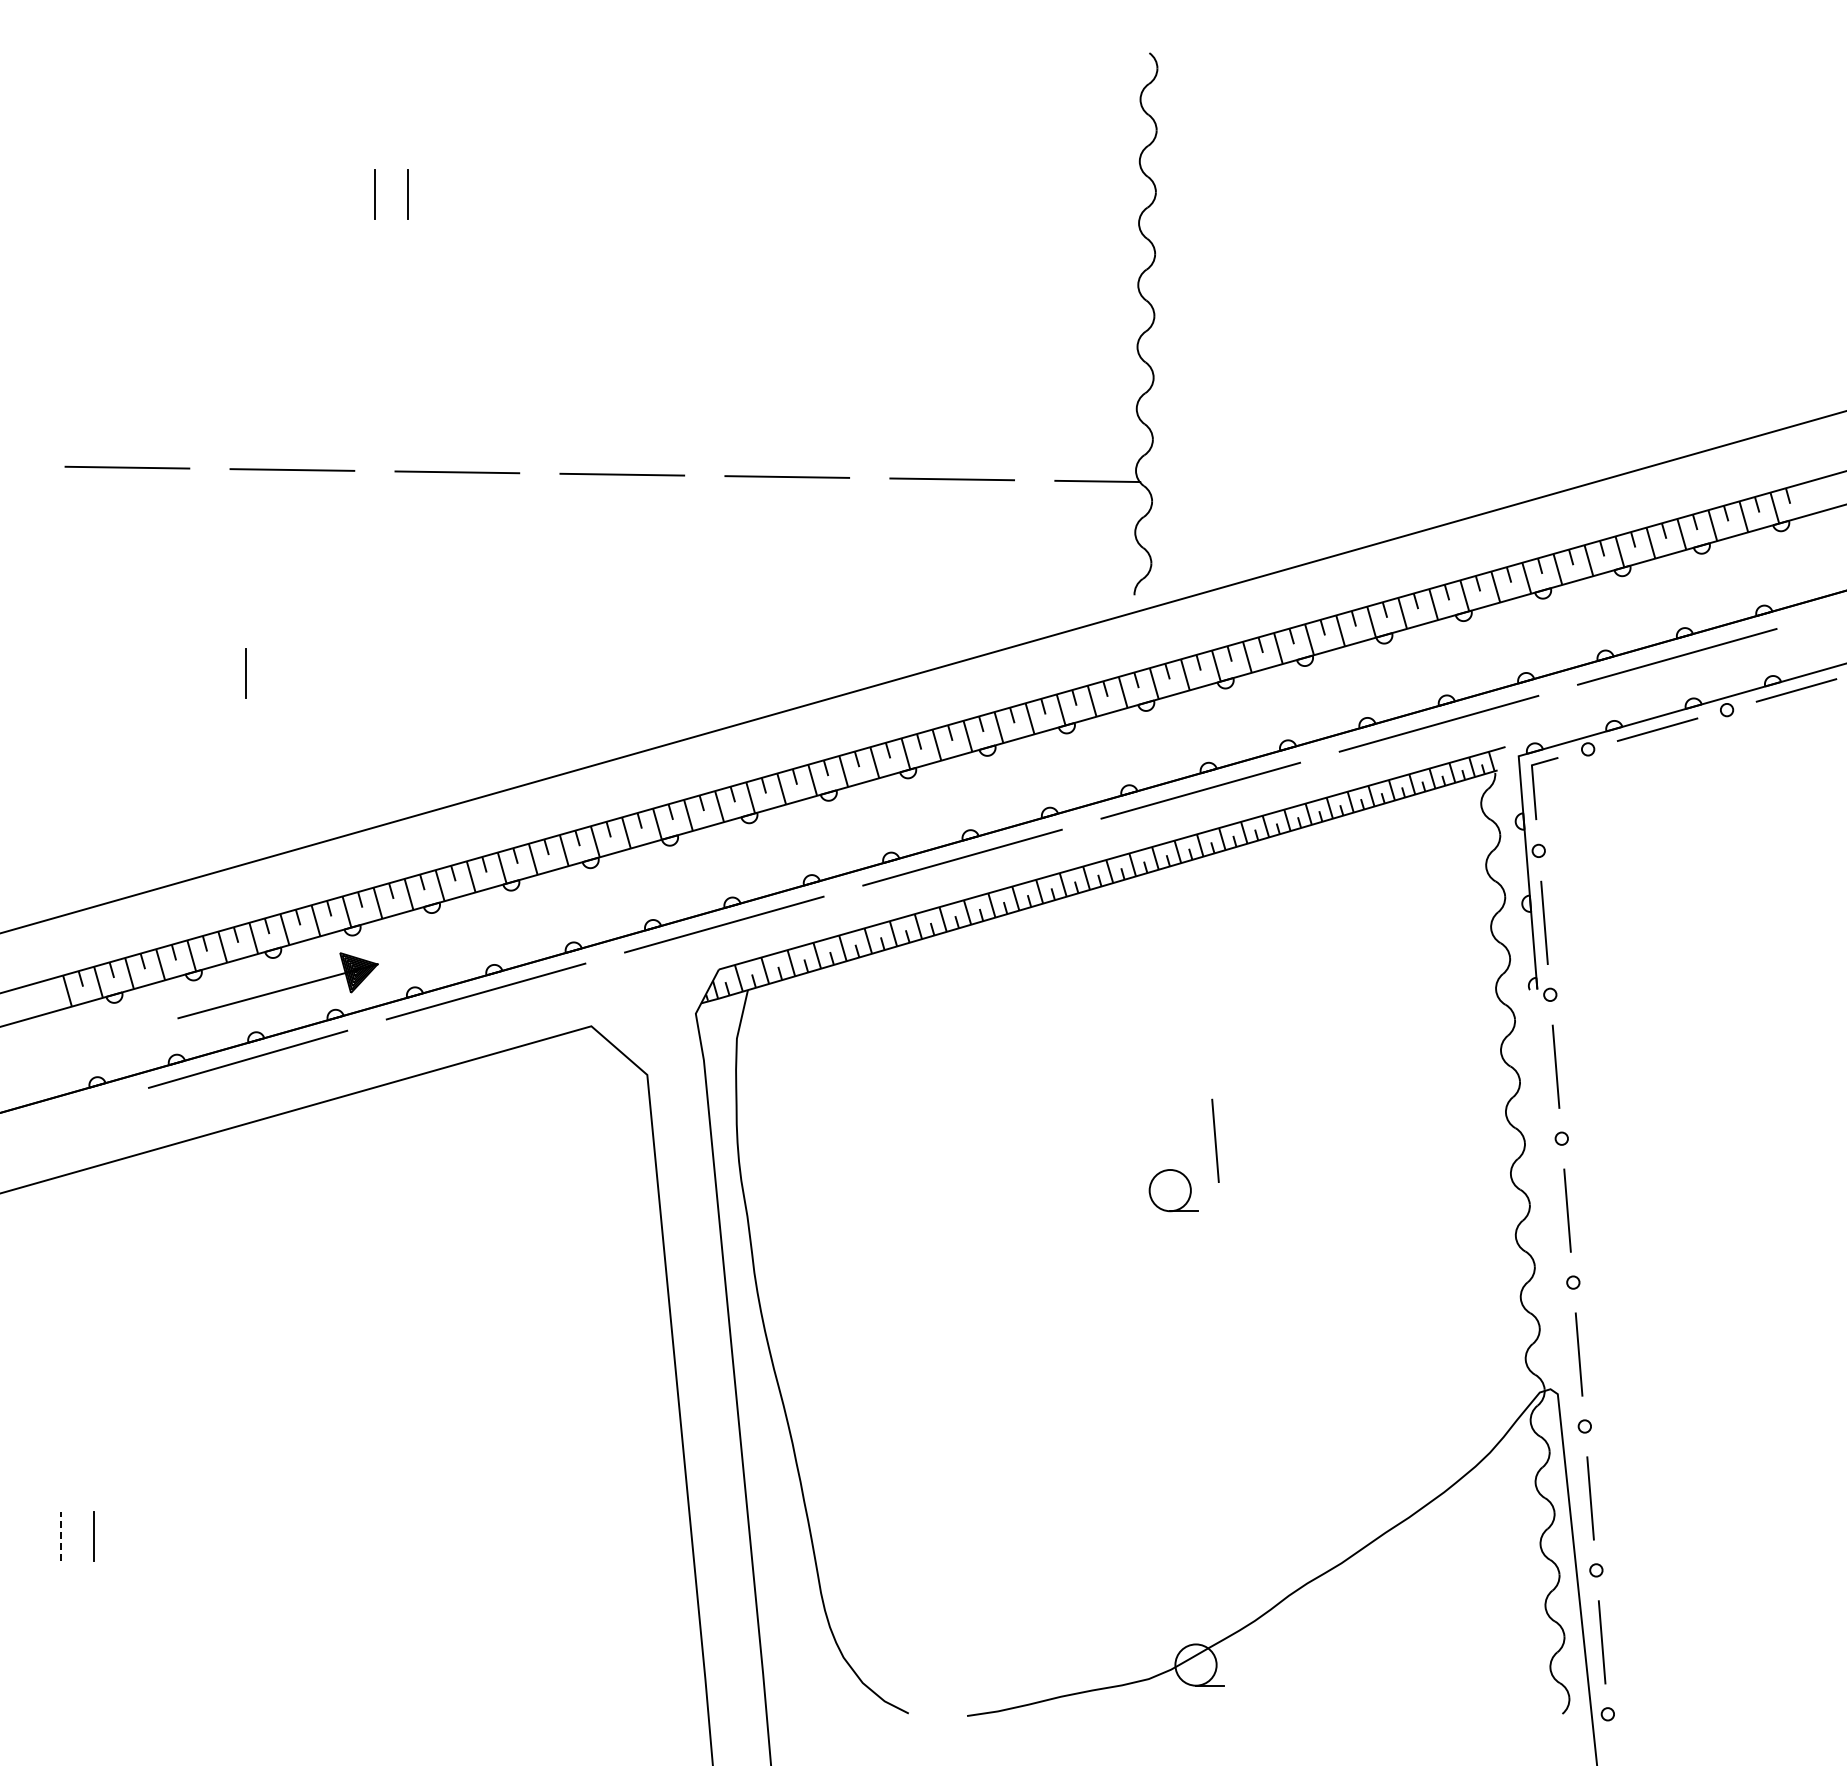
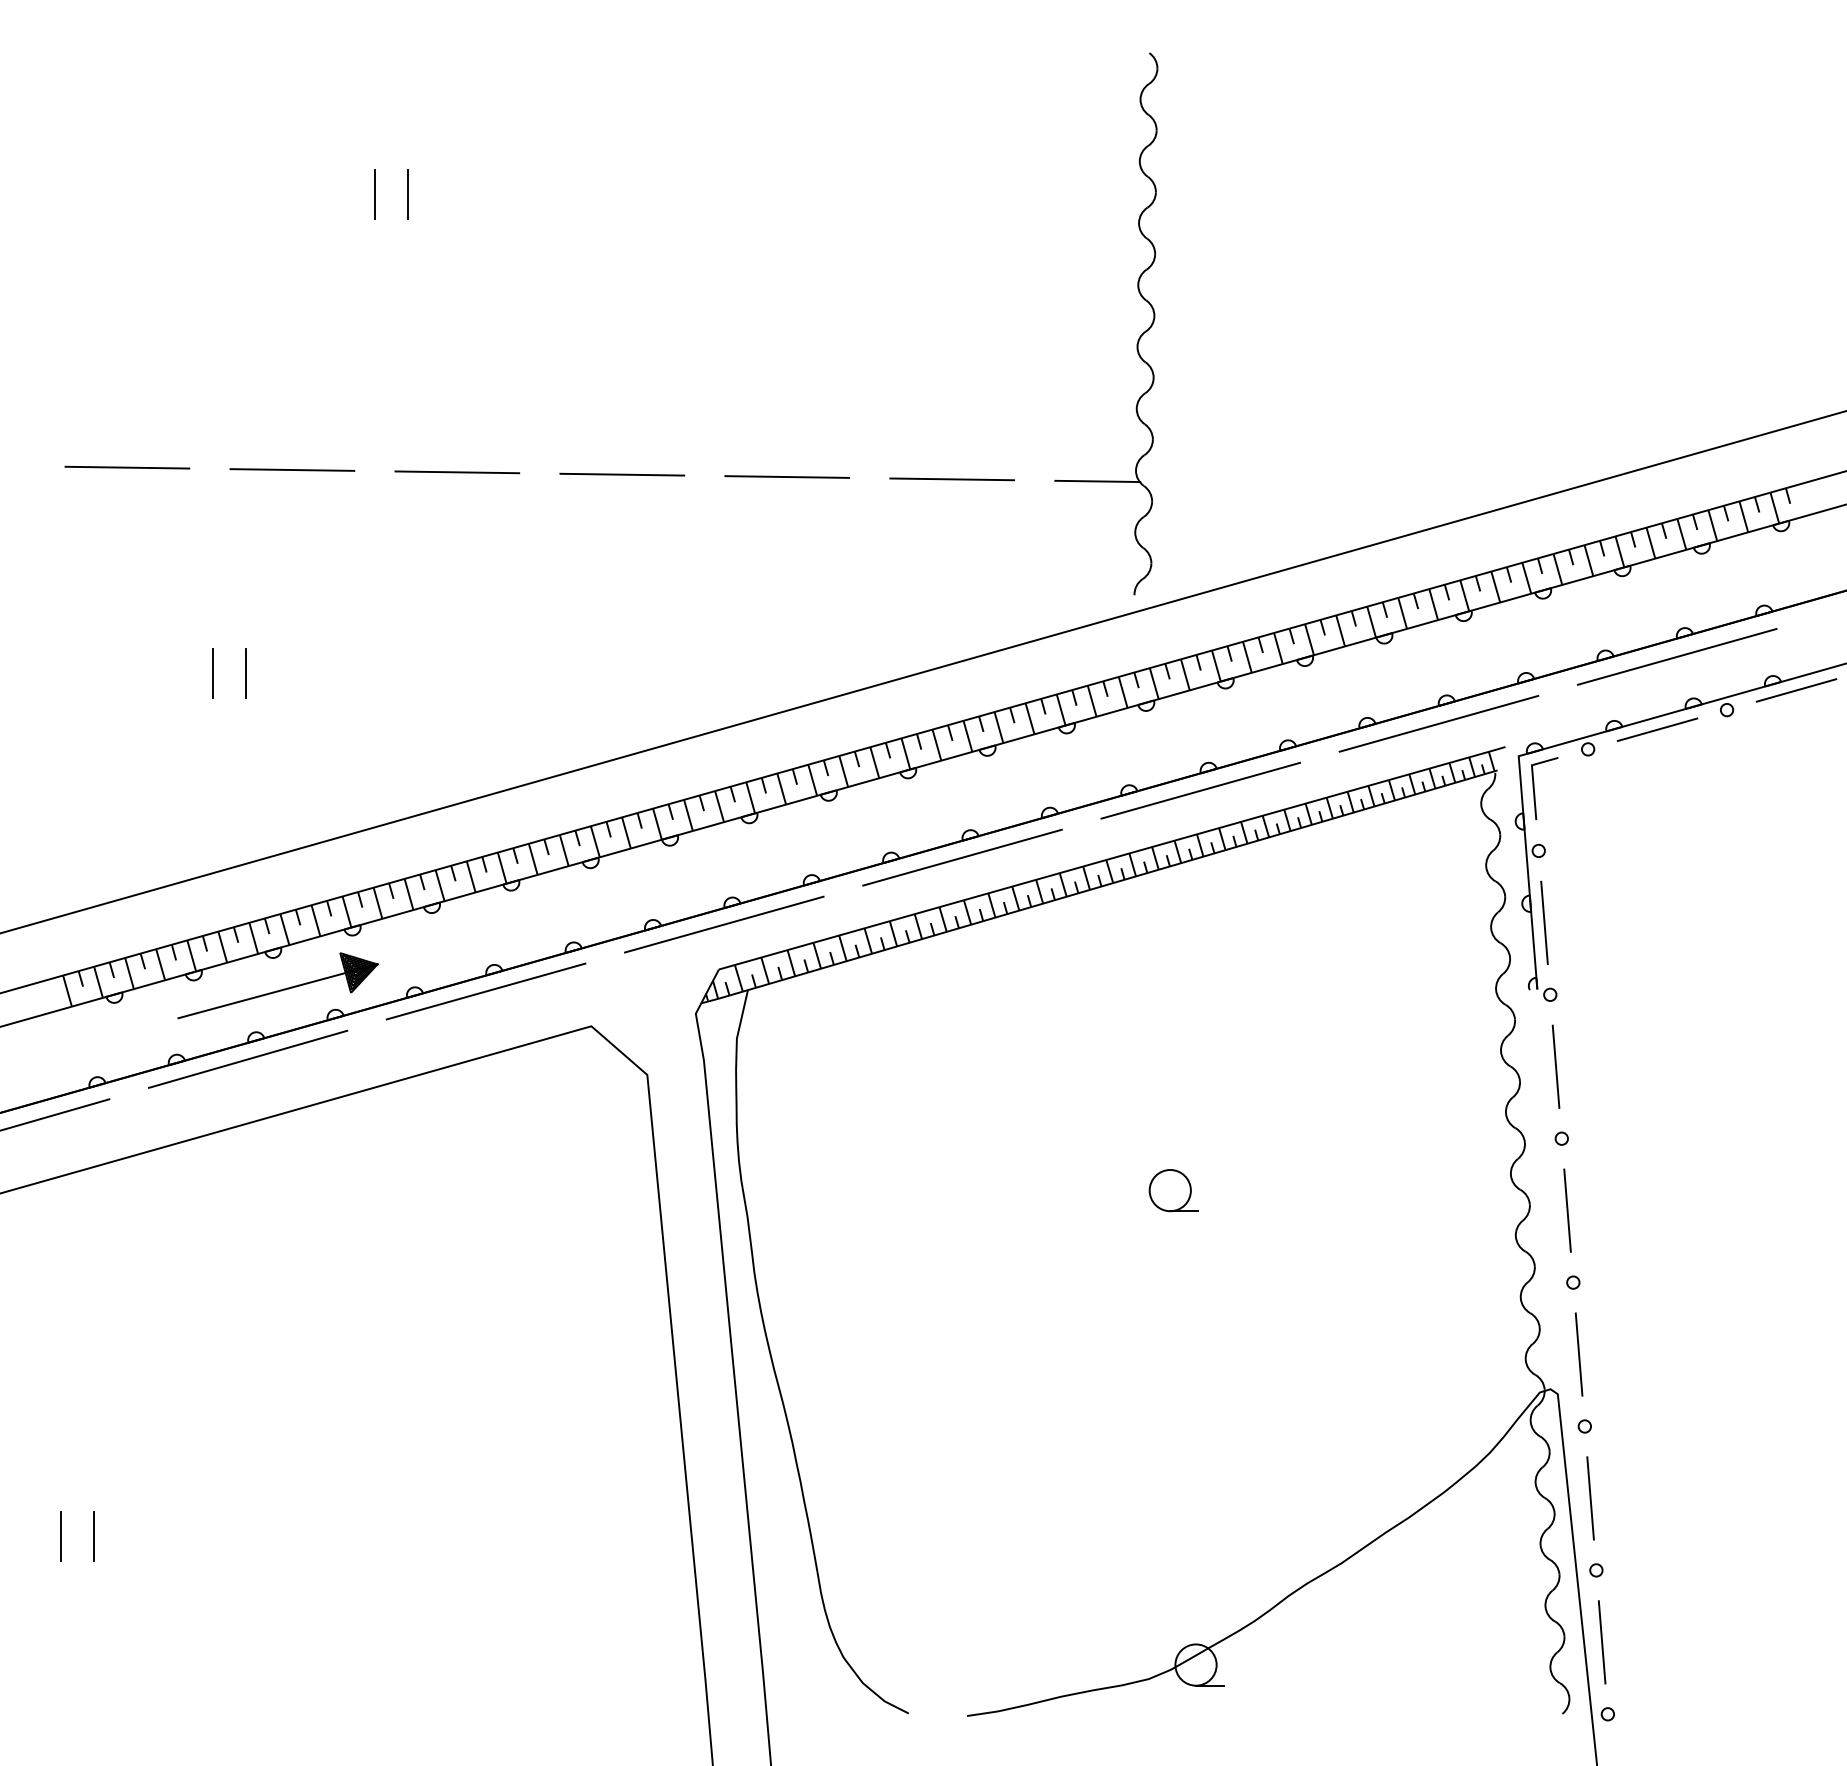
line at (213, 673): none -> present
line at (55, 1114): none -> present
line at (1215, 1140): present -> none
line at (61, 1536): dashed -> solid
